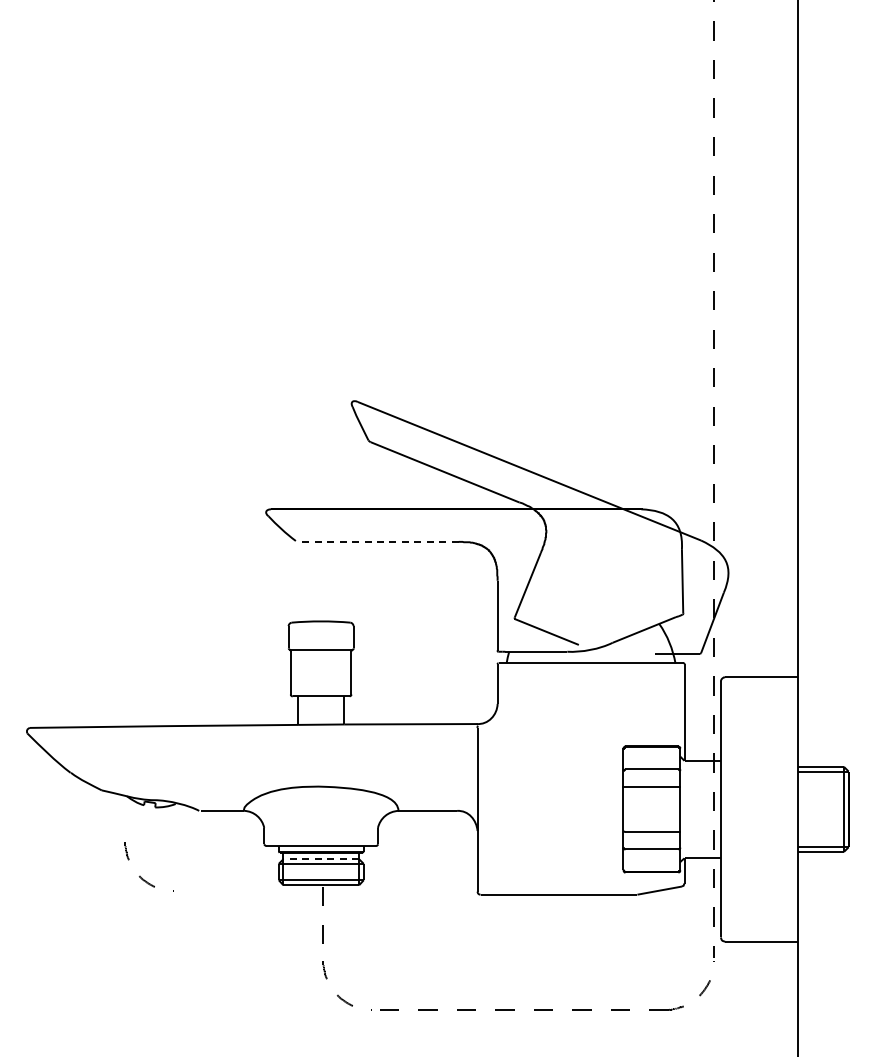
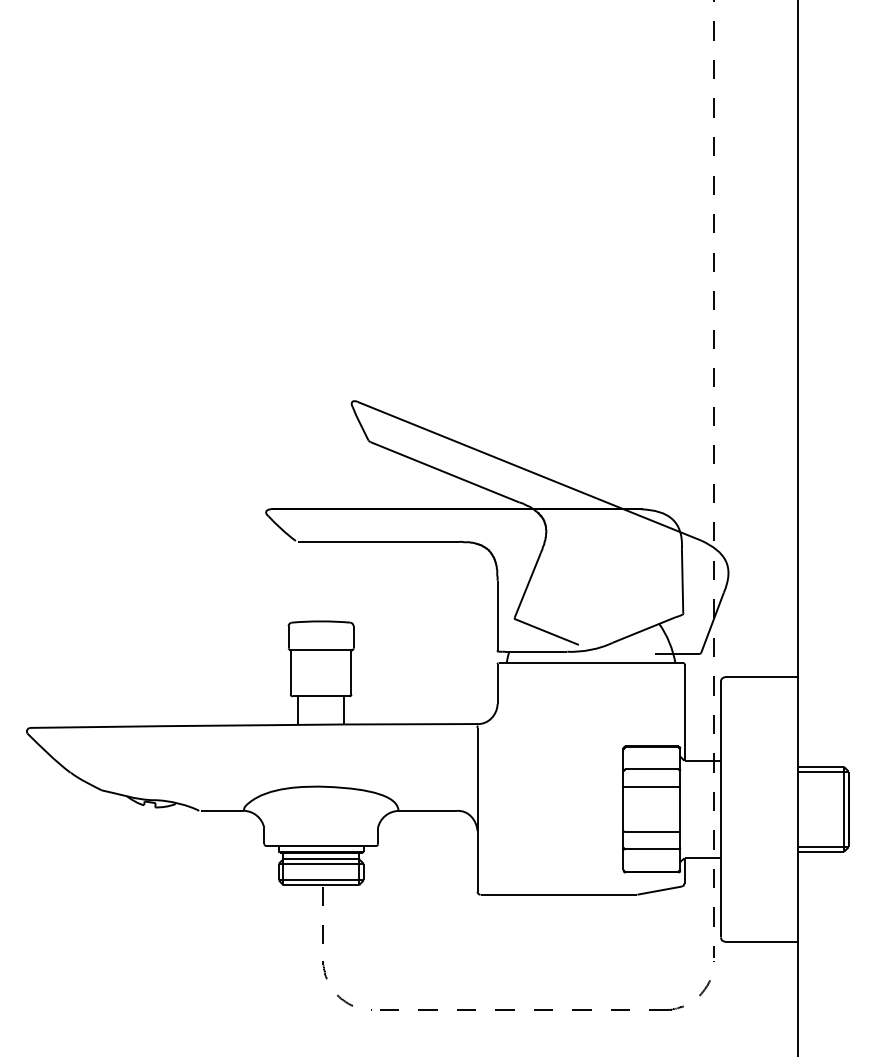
line at (377, 541): dashed -> solid
line at (321, 859): dashed -> solid
curve at (140, 875): present -> none
